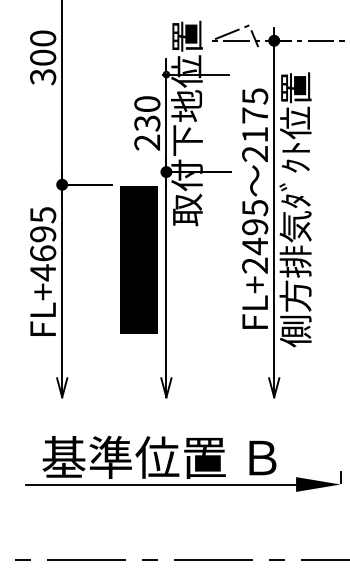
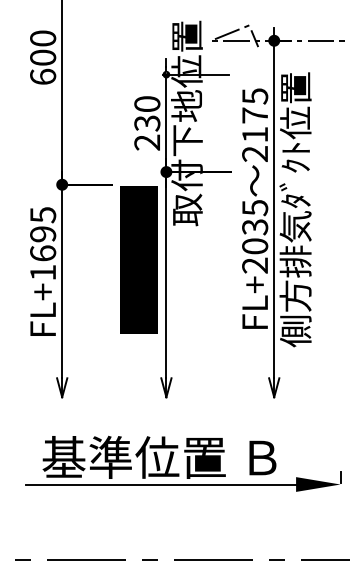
text at (43, 76): 300 -> 600
text at (255, 237): FL+2495 -> FL+2035
text at (42, 272): FL+4695 -> FL+1695
